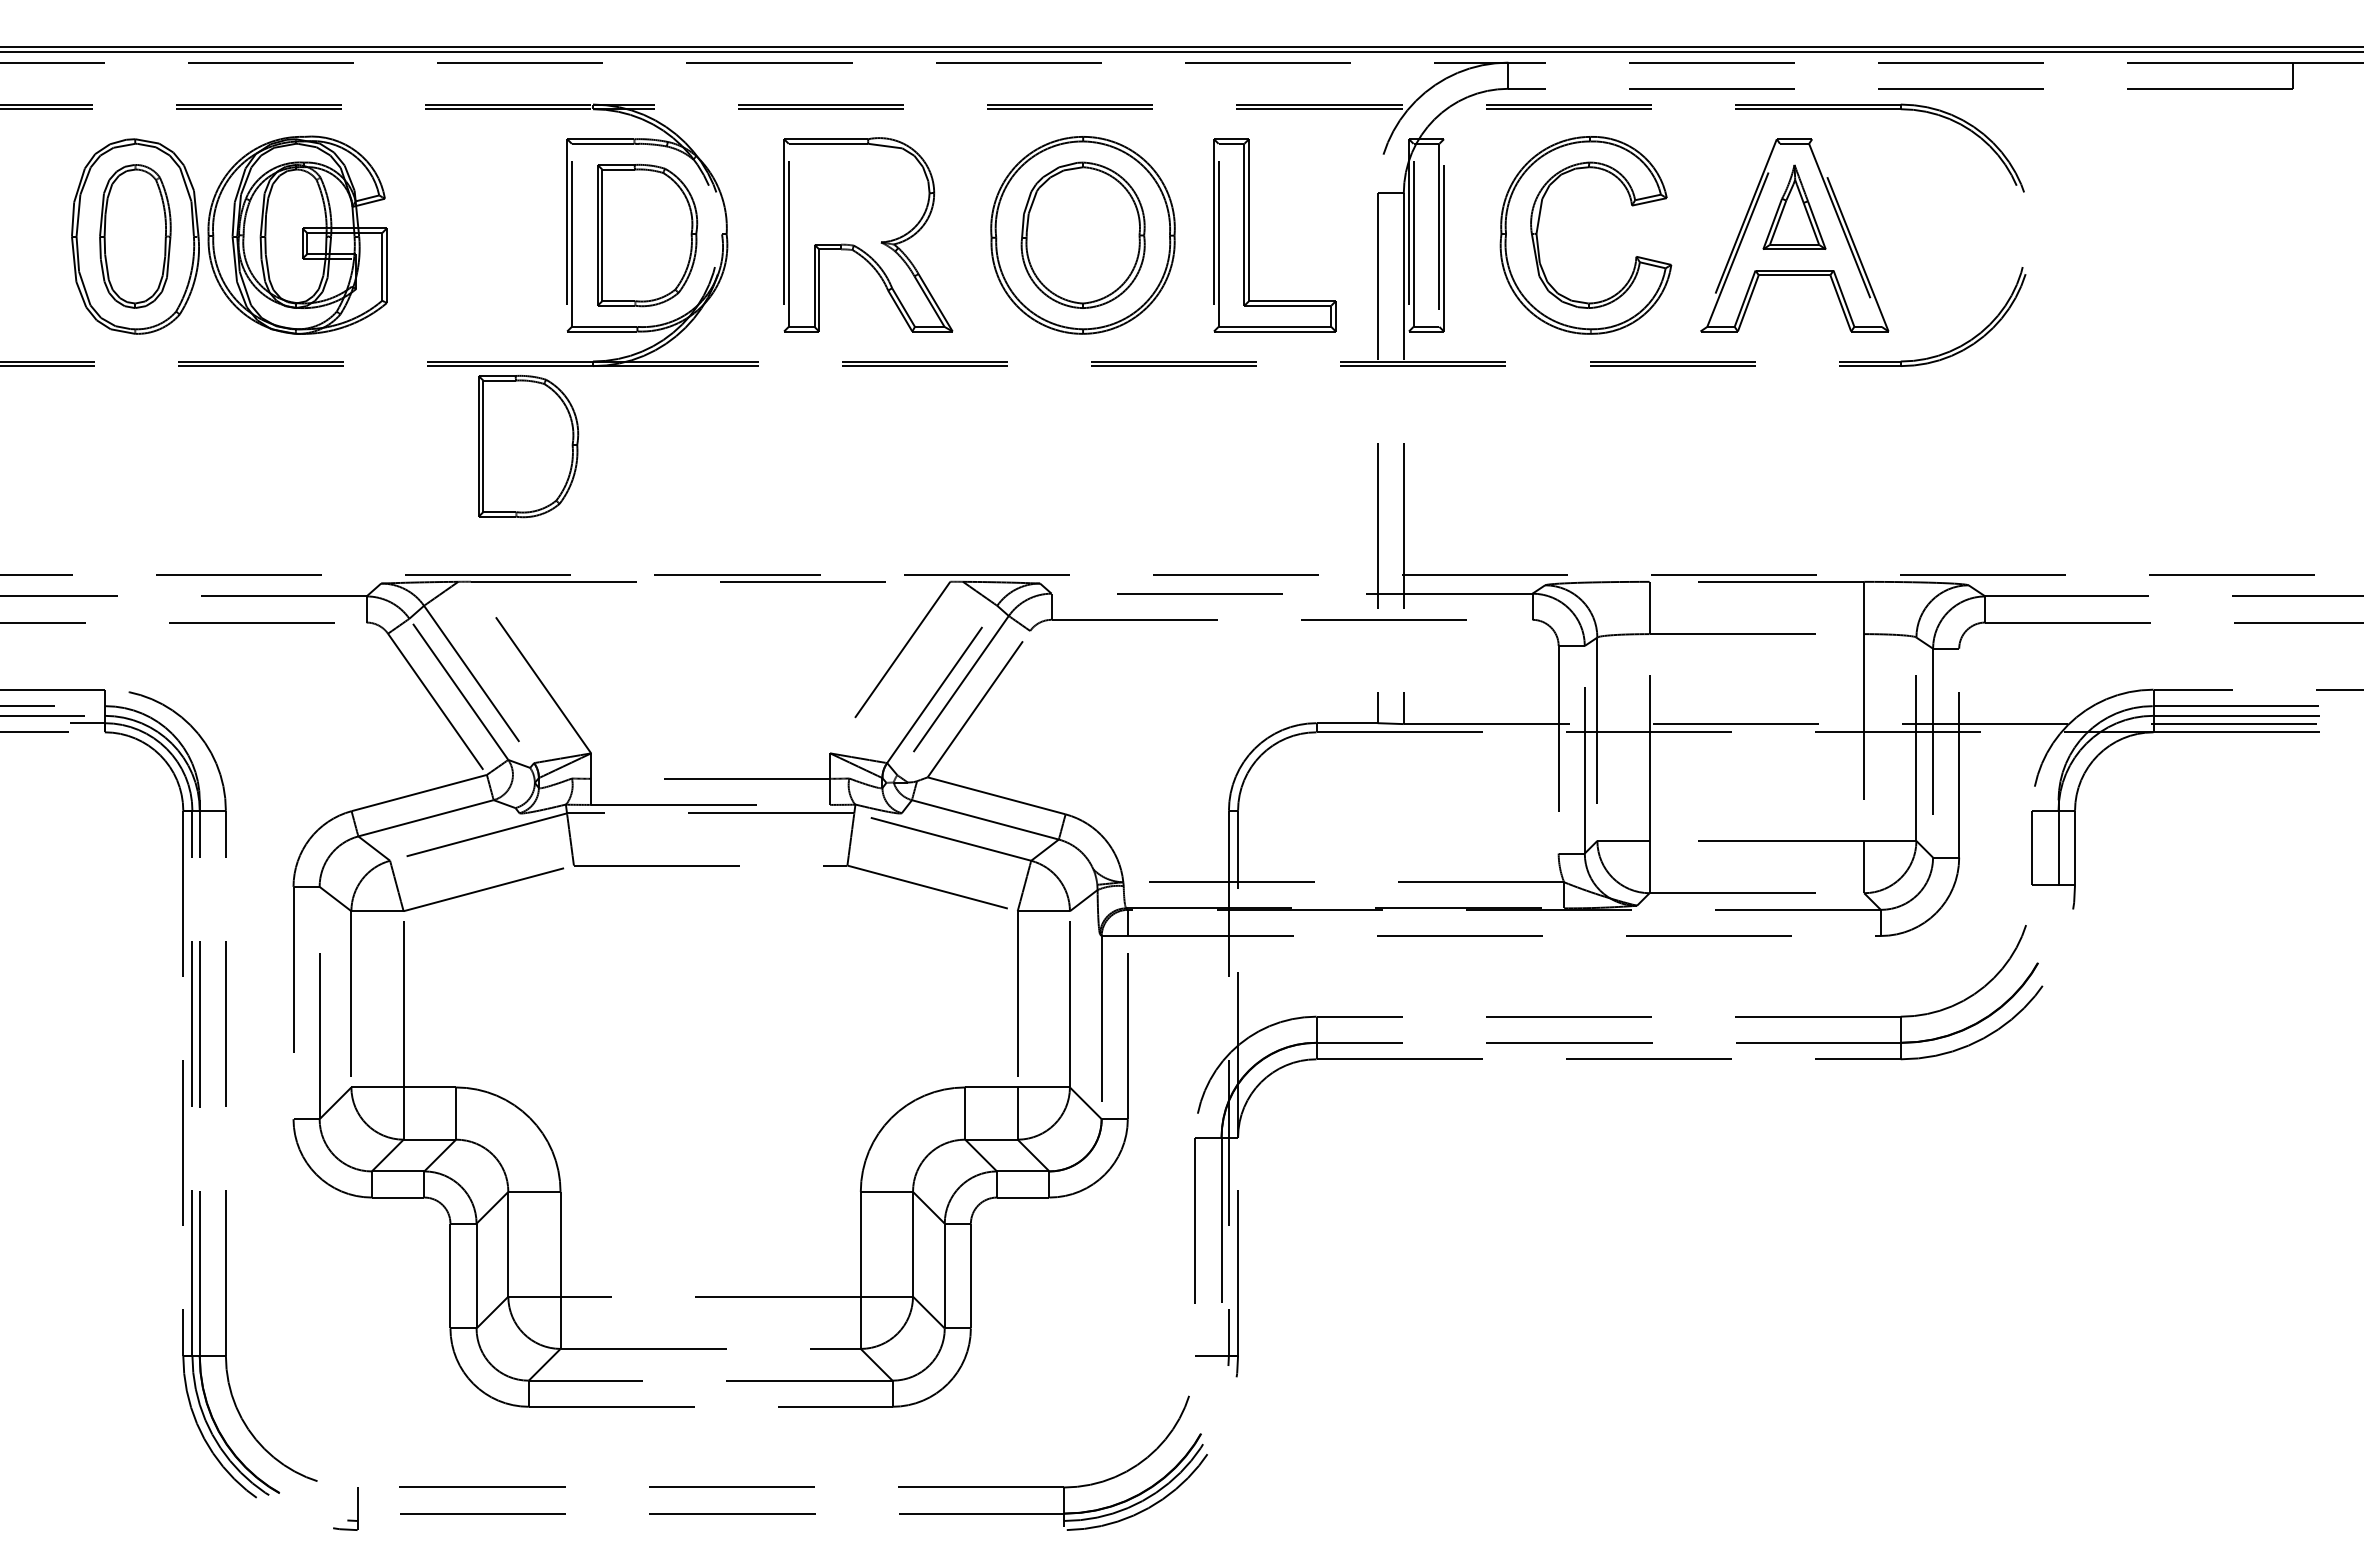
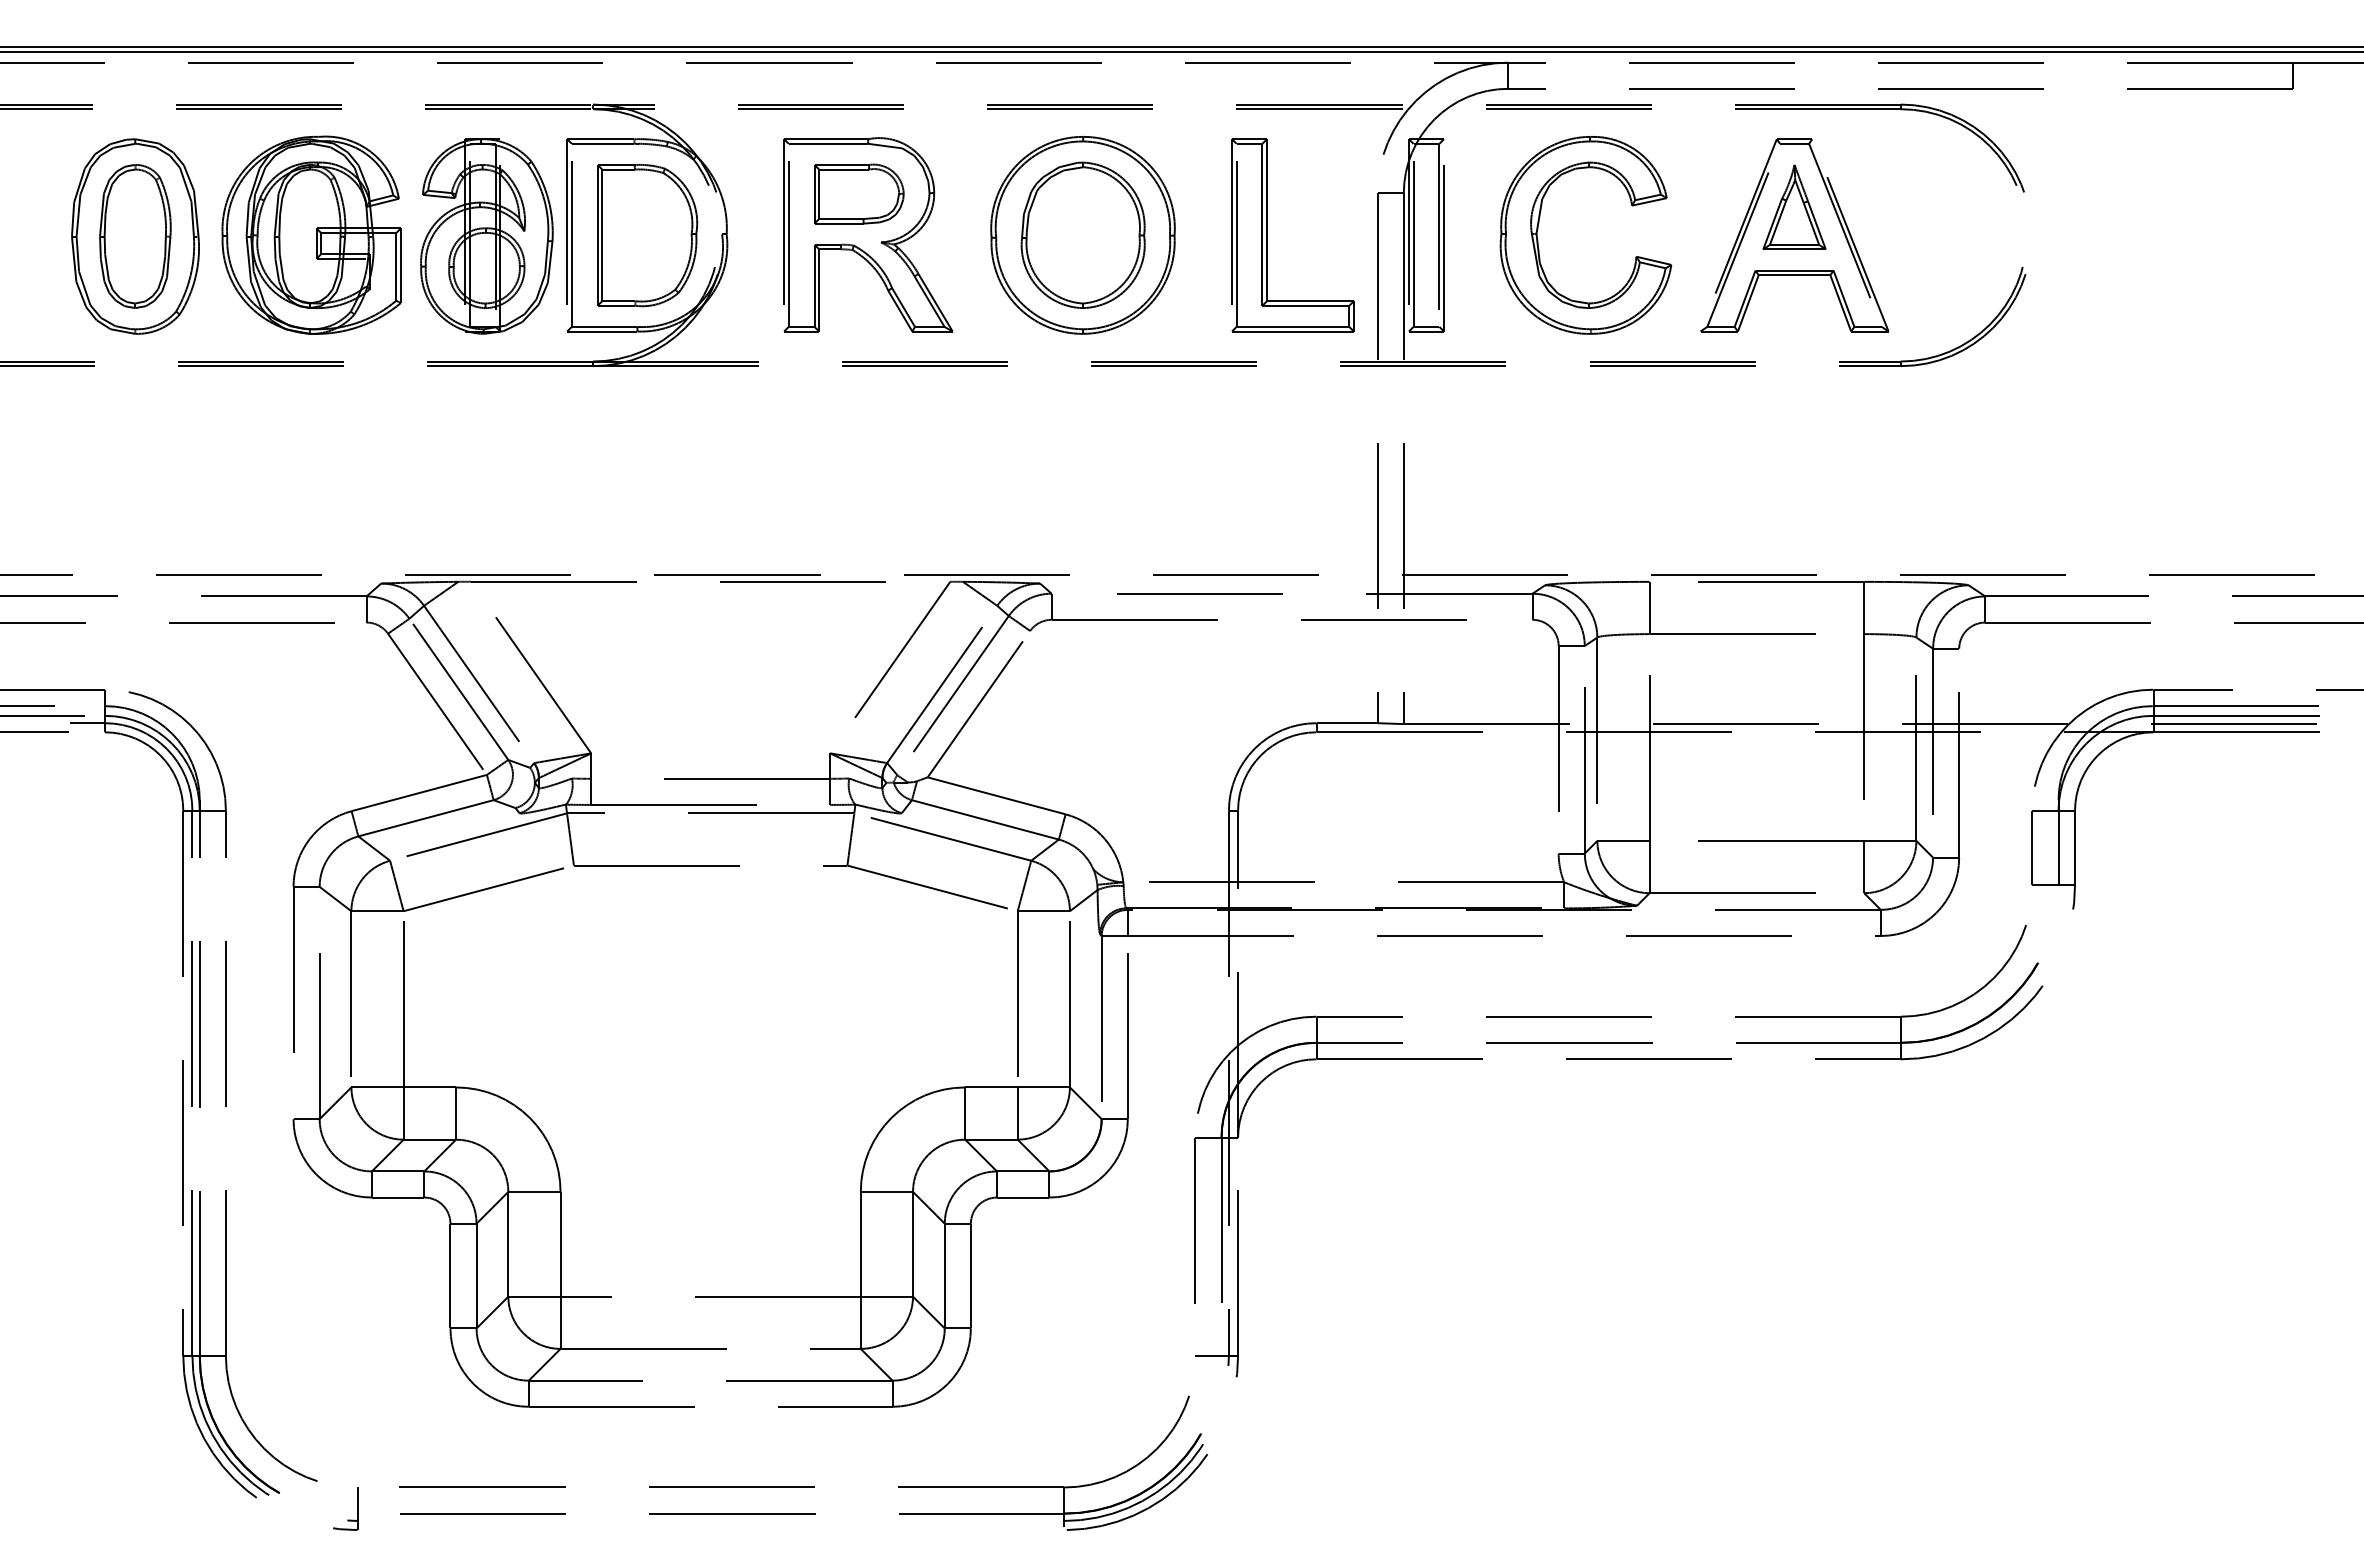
part at (859, 193): none -> present
part at (297, 234) position: (297, 234) -> (311, 234)
part at (1249, 235) position: (1249, 235) -> (1267, 235)
part at (486, 236): none -> present
part at (528, 446): present -> none
